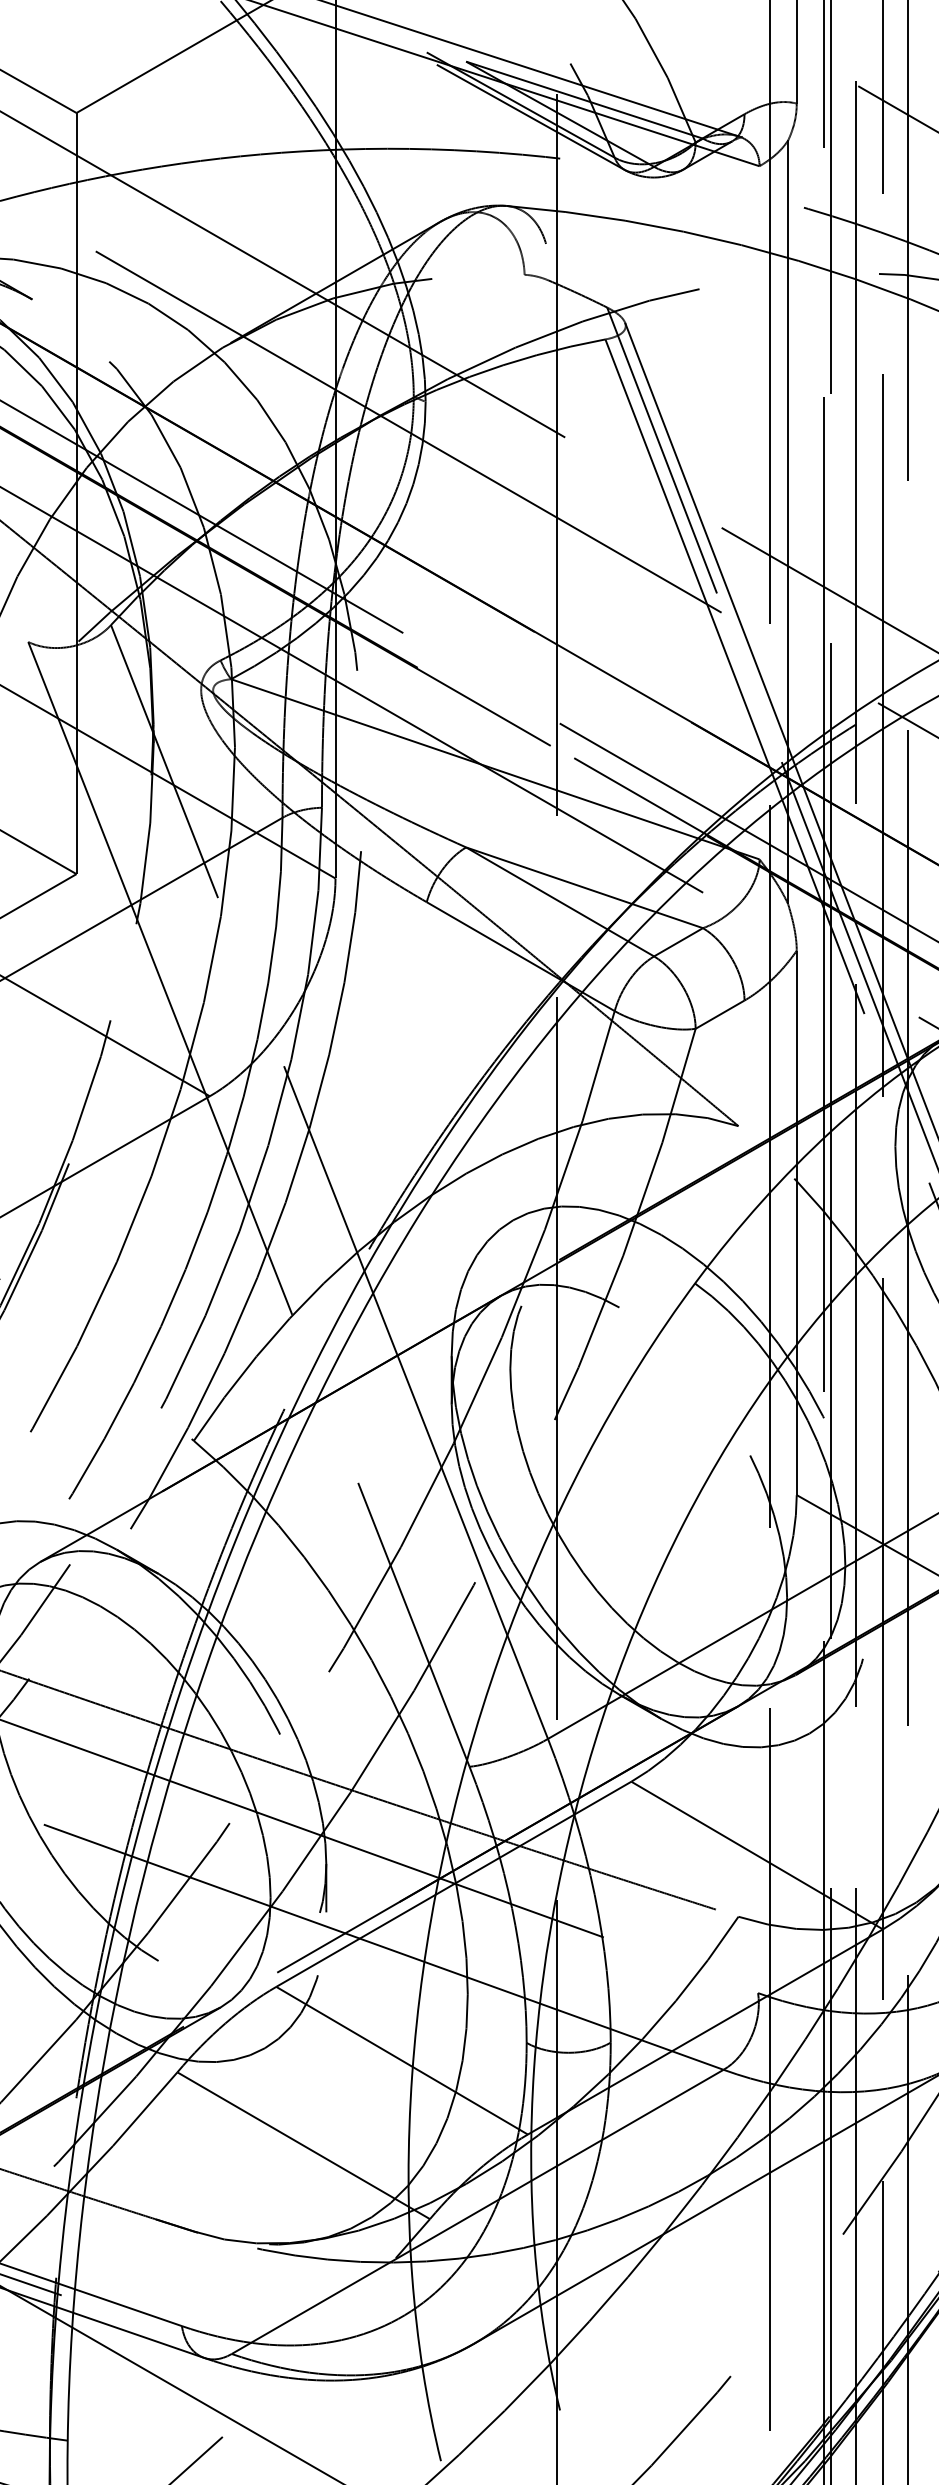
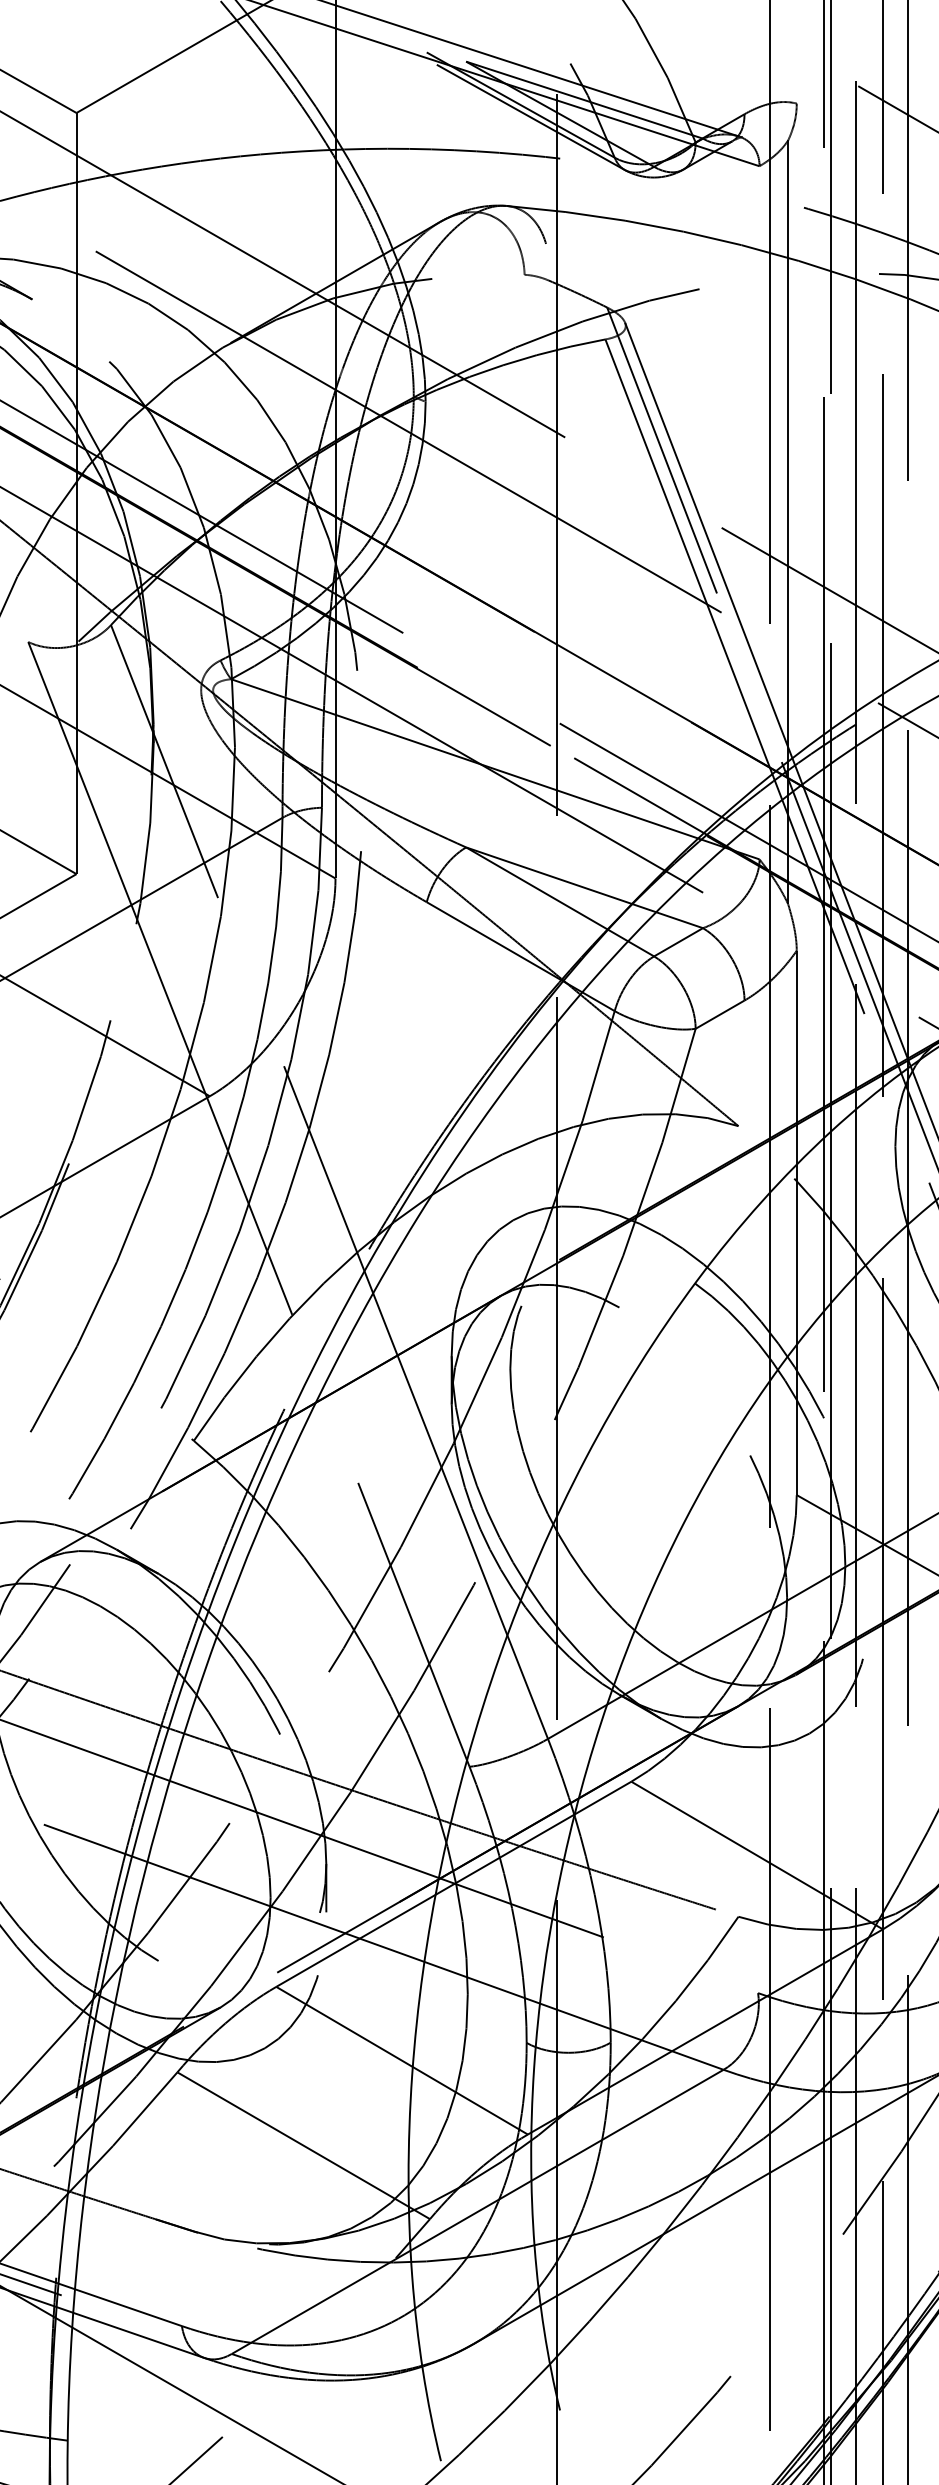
line at (796, 52): present -> none
